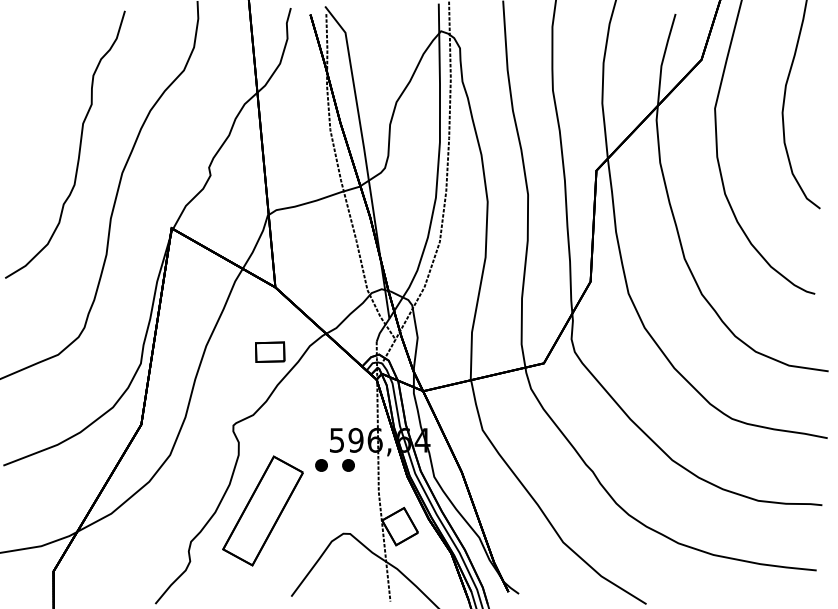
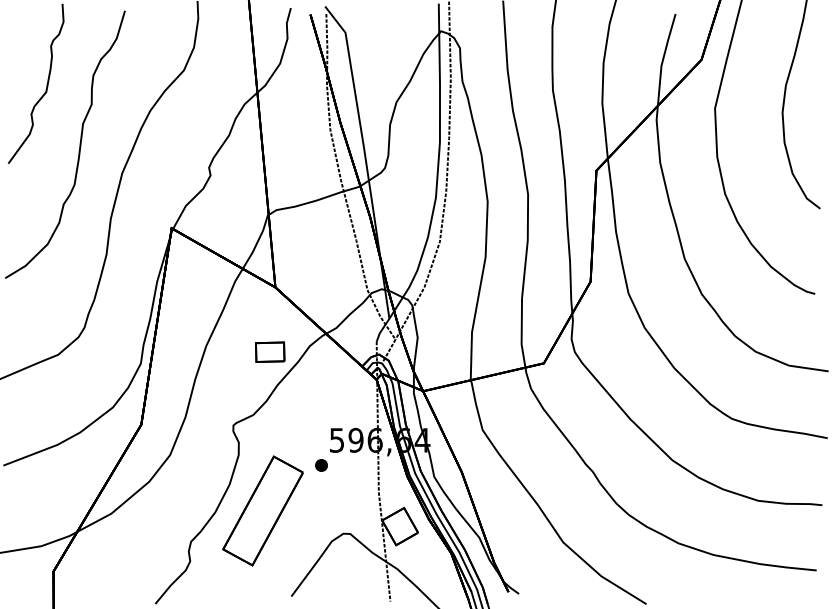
curve at (46, 84): none -> present
part at (348, 465): present -> none
